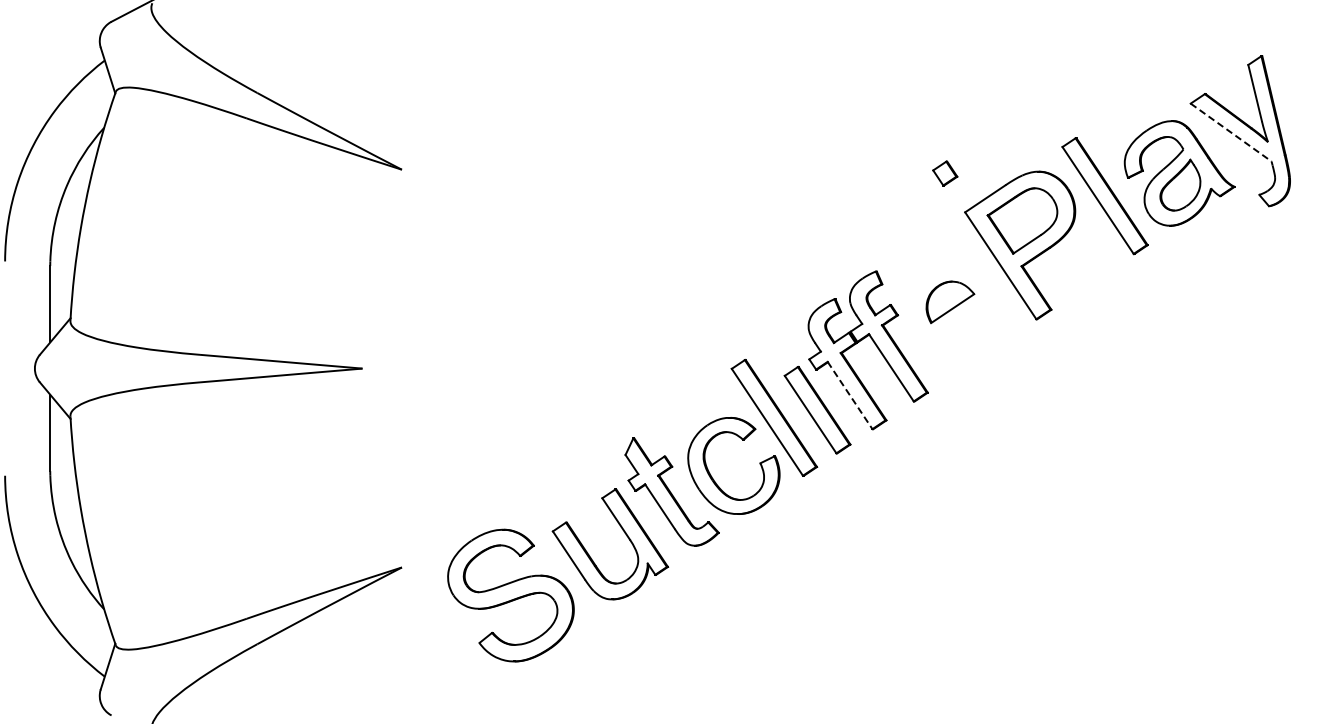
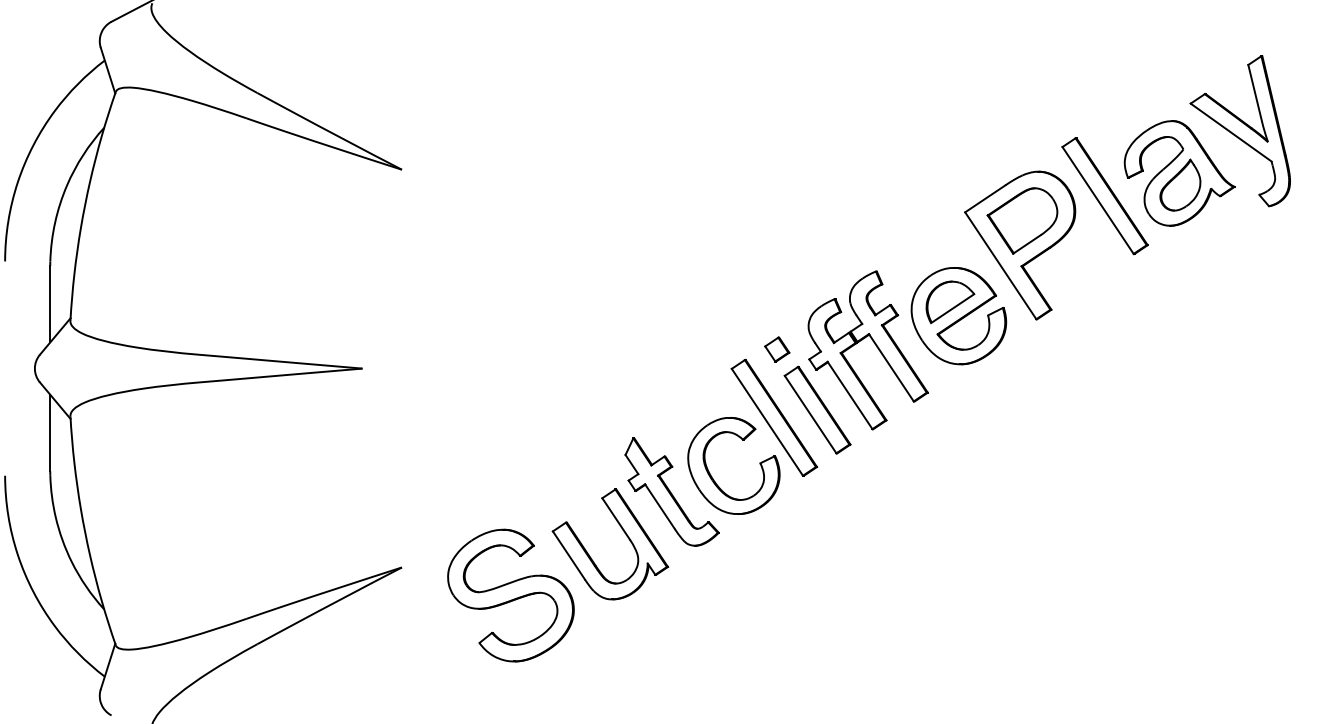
line at (1231, 132): dashed -> solid
part at (945, 173) position: (945, 173) -> (777, 349)
part at (958, 316): none -> present
line at (850, 395): dashed -> solid
